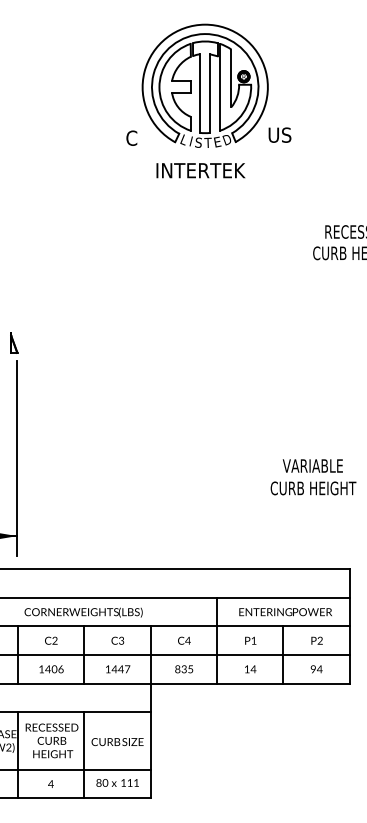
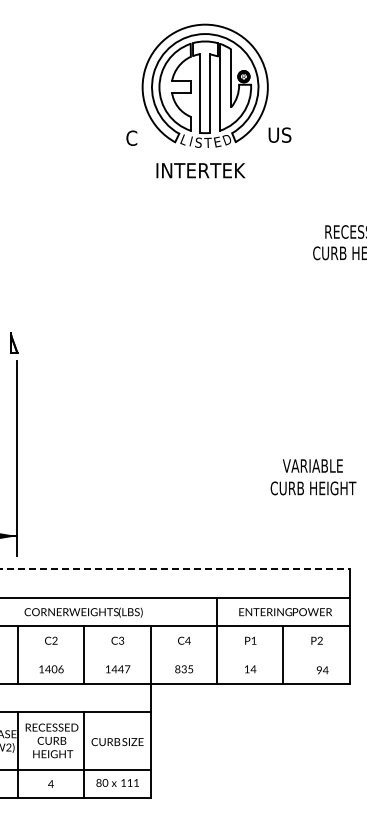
line at (175, 569): solid -> dashed
line at (175, 655): present -> none
text at (316, 669) position: (316, 669) -> (322, 670)
